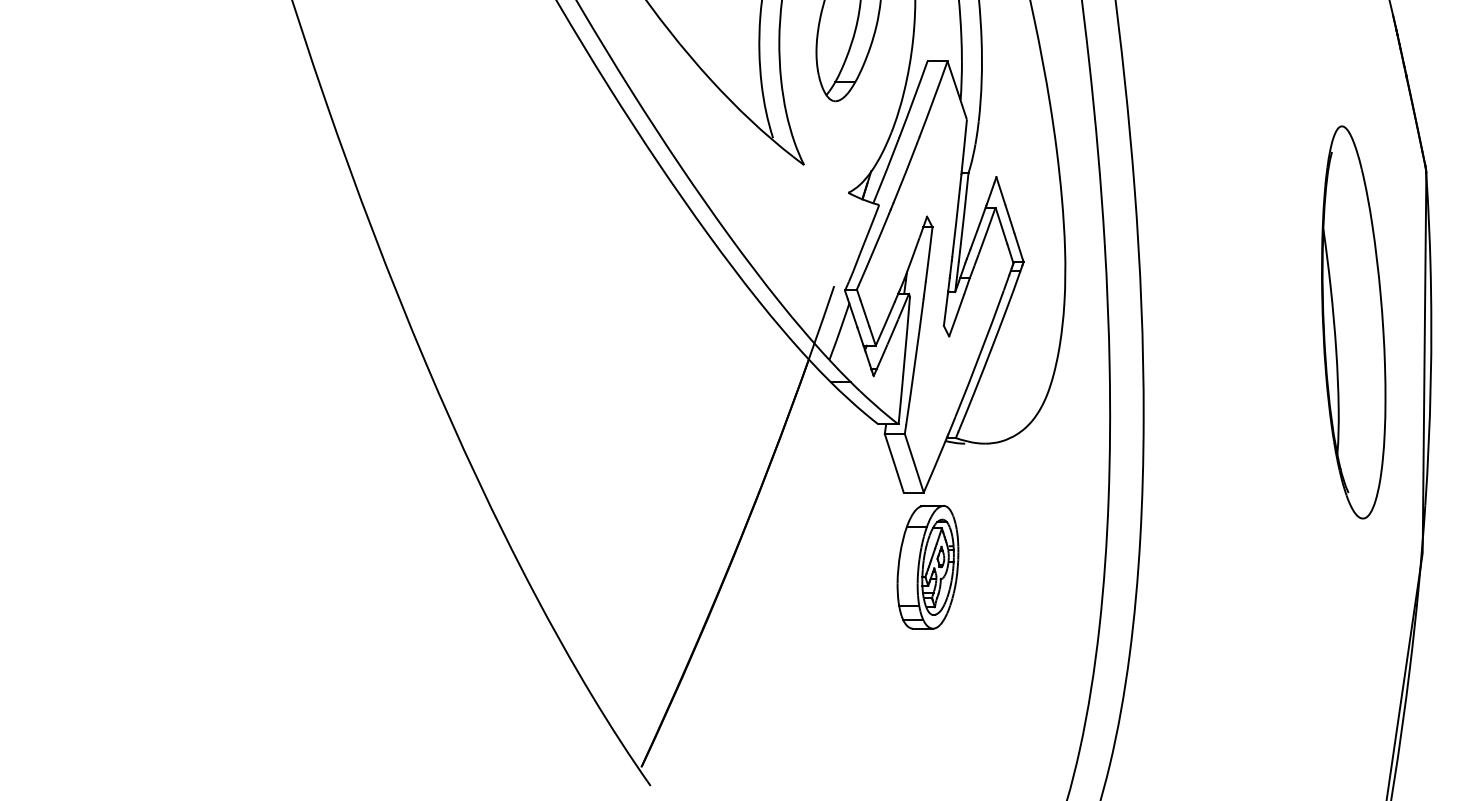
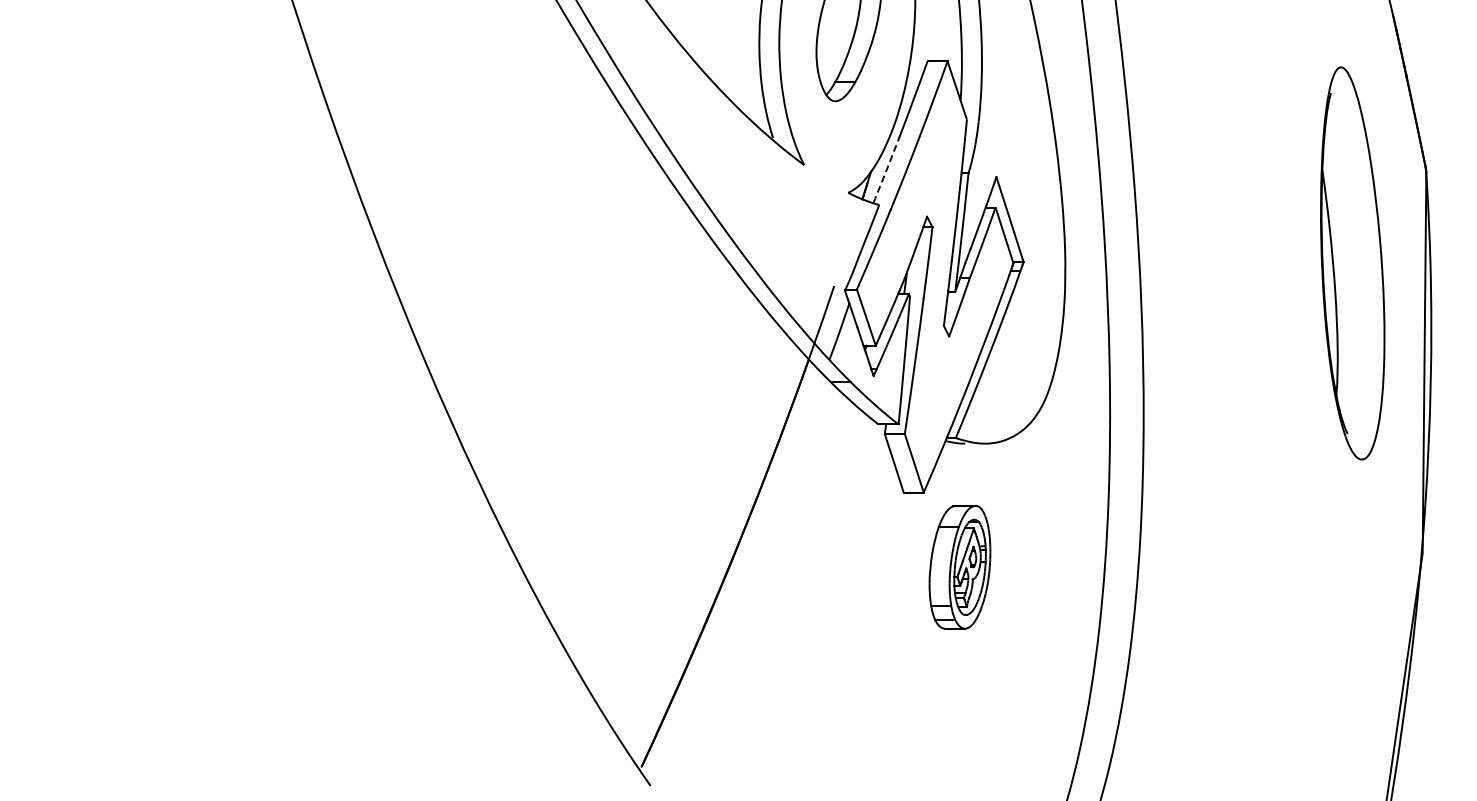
arc at (886, 170): solid -> dashed
part at (1353, 322) position: (1353, 322) -> (1352, 263)
part at (927, 567) position: (927, 567) -> (959, 567)
